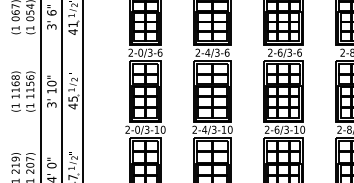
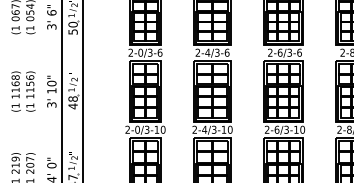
text at (72, 27): 41 -> 50
line at (40, 90): present -> none
text at (72, 98): 45 -> 48
